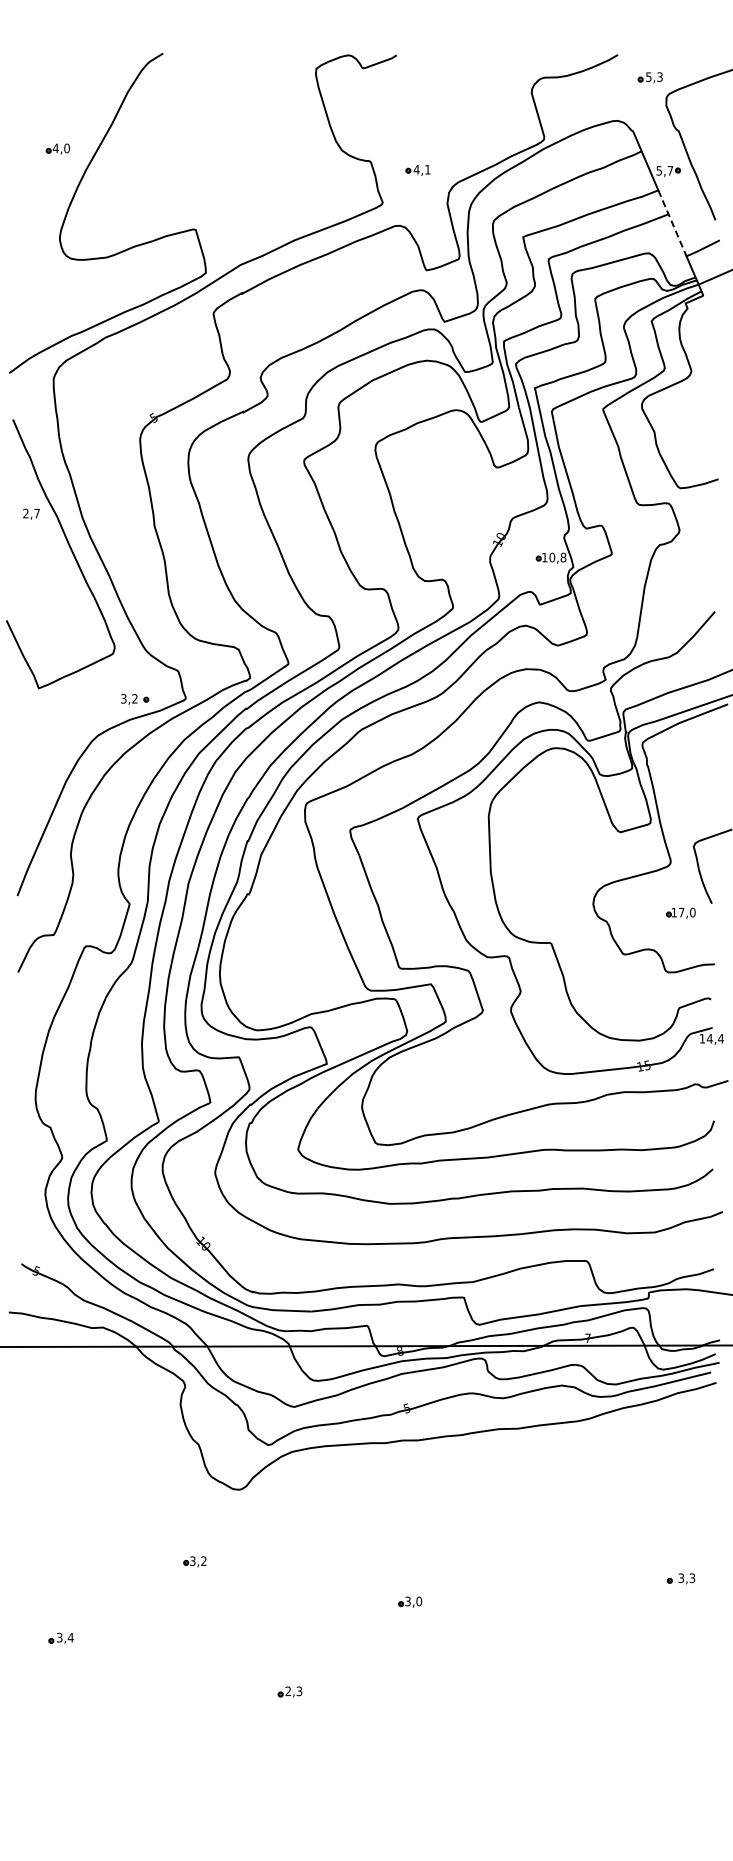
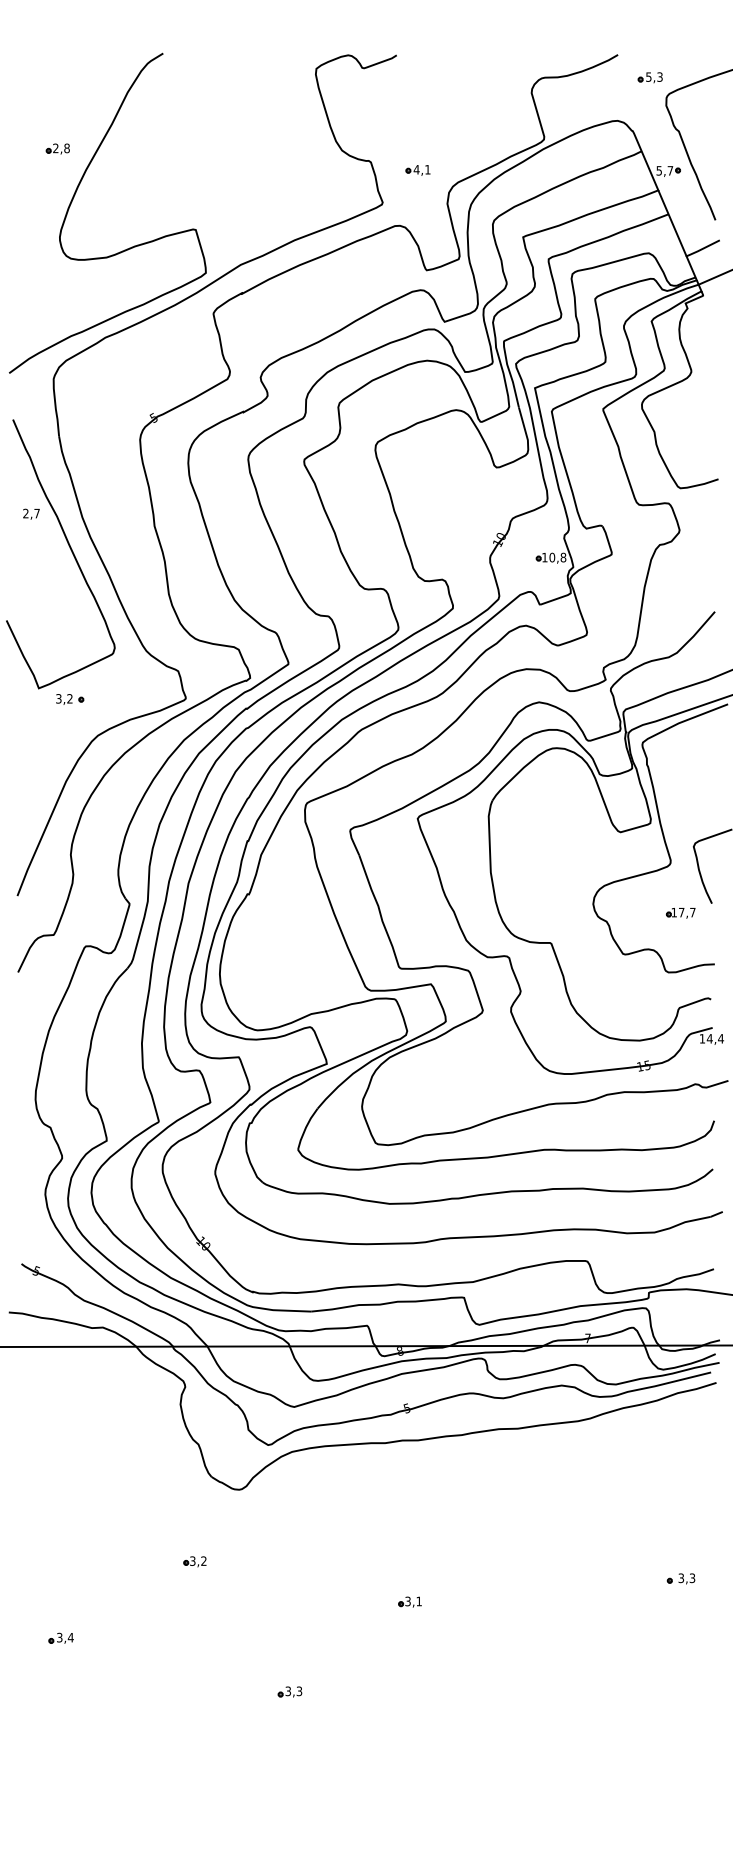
text at (60, 148): 4,0 -> 2,8
line at (672, 222): dashed -> solid
part at (135, 699) position: (135, 699) -> (70, 699)
text at (692, 912): 17,0 -> 17,7
text at (419, 1601): 3,0 -> 3,1
text at (288, 1691): 2,3 -> 3,3
